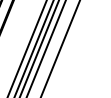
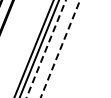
line at (26, 48): present -> none
line at (46, 49): solid -> dashed
line at (60, 49): solid -> dashed
